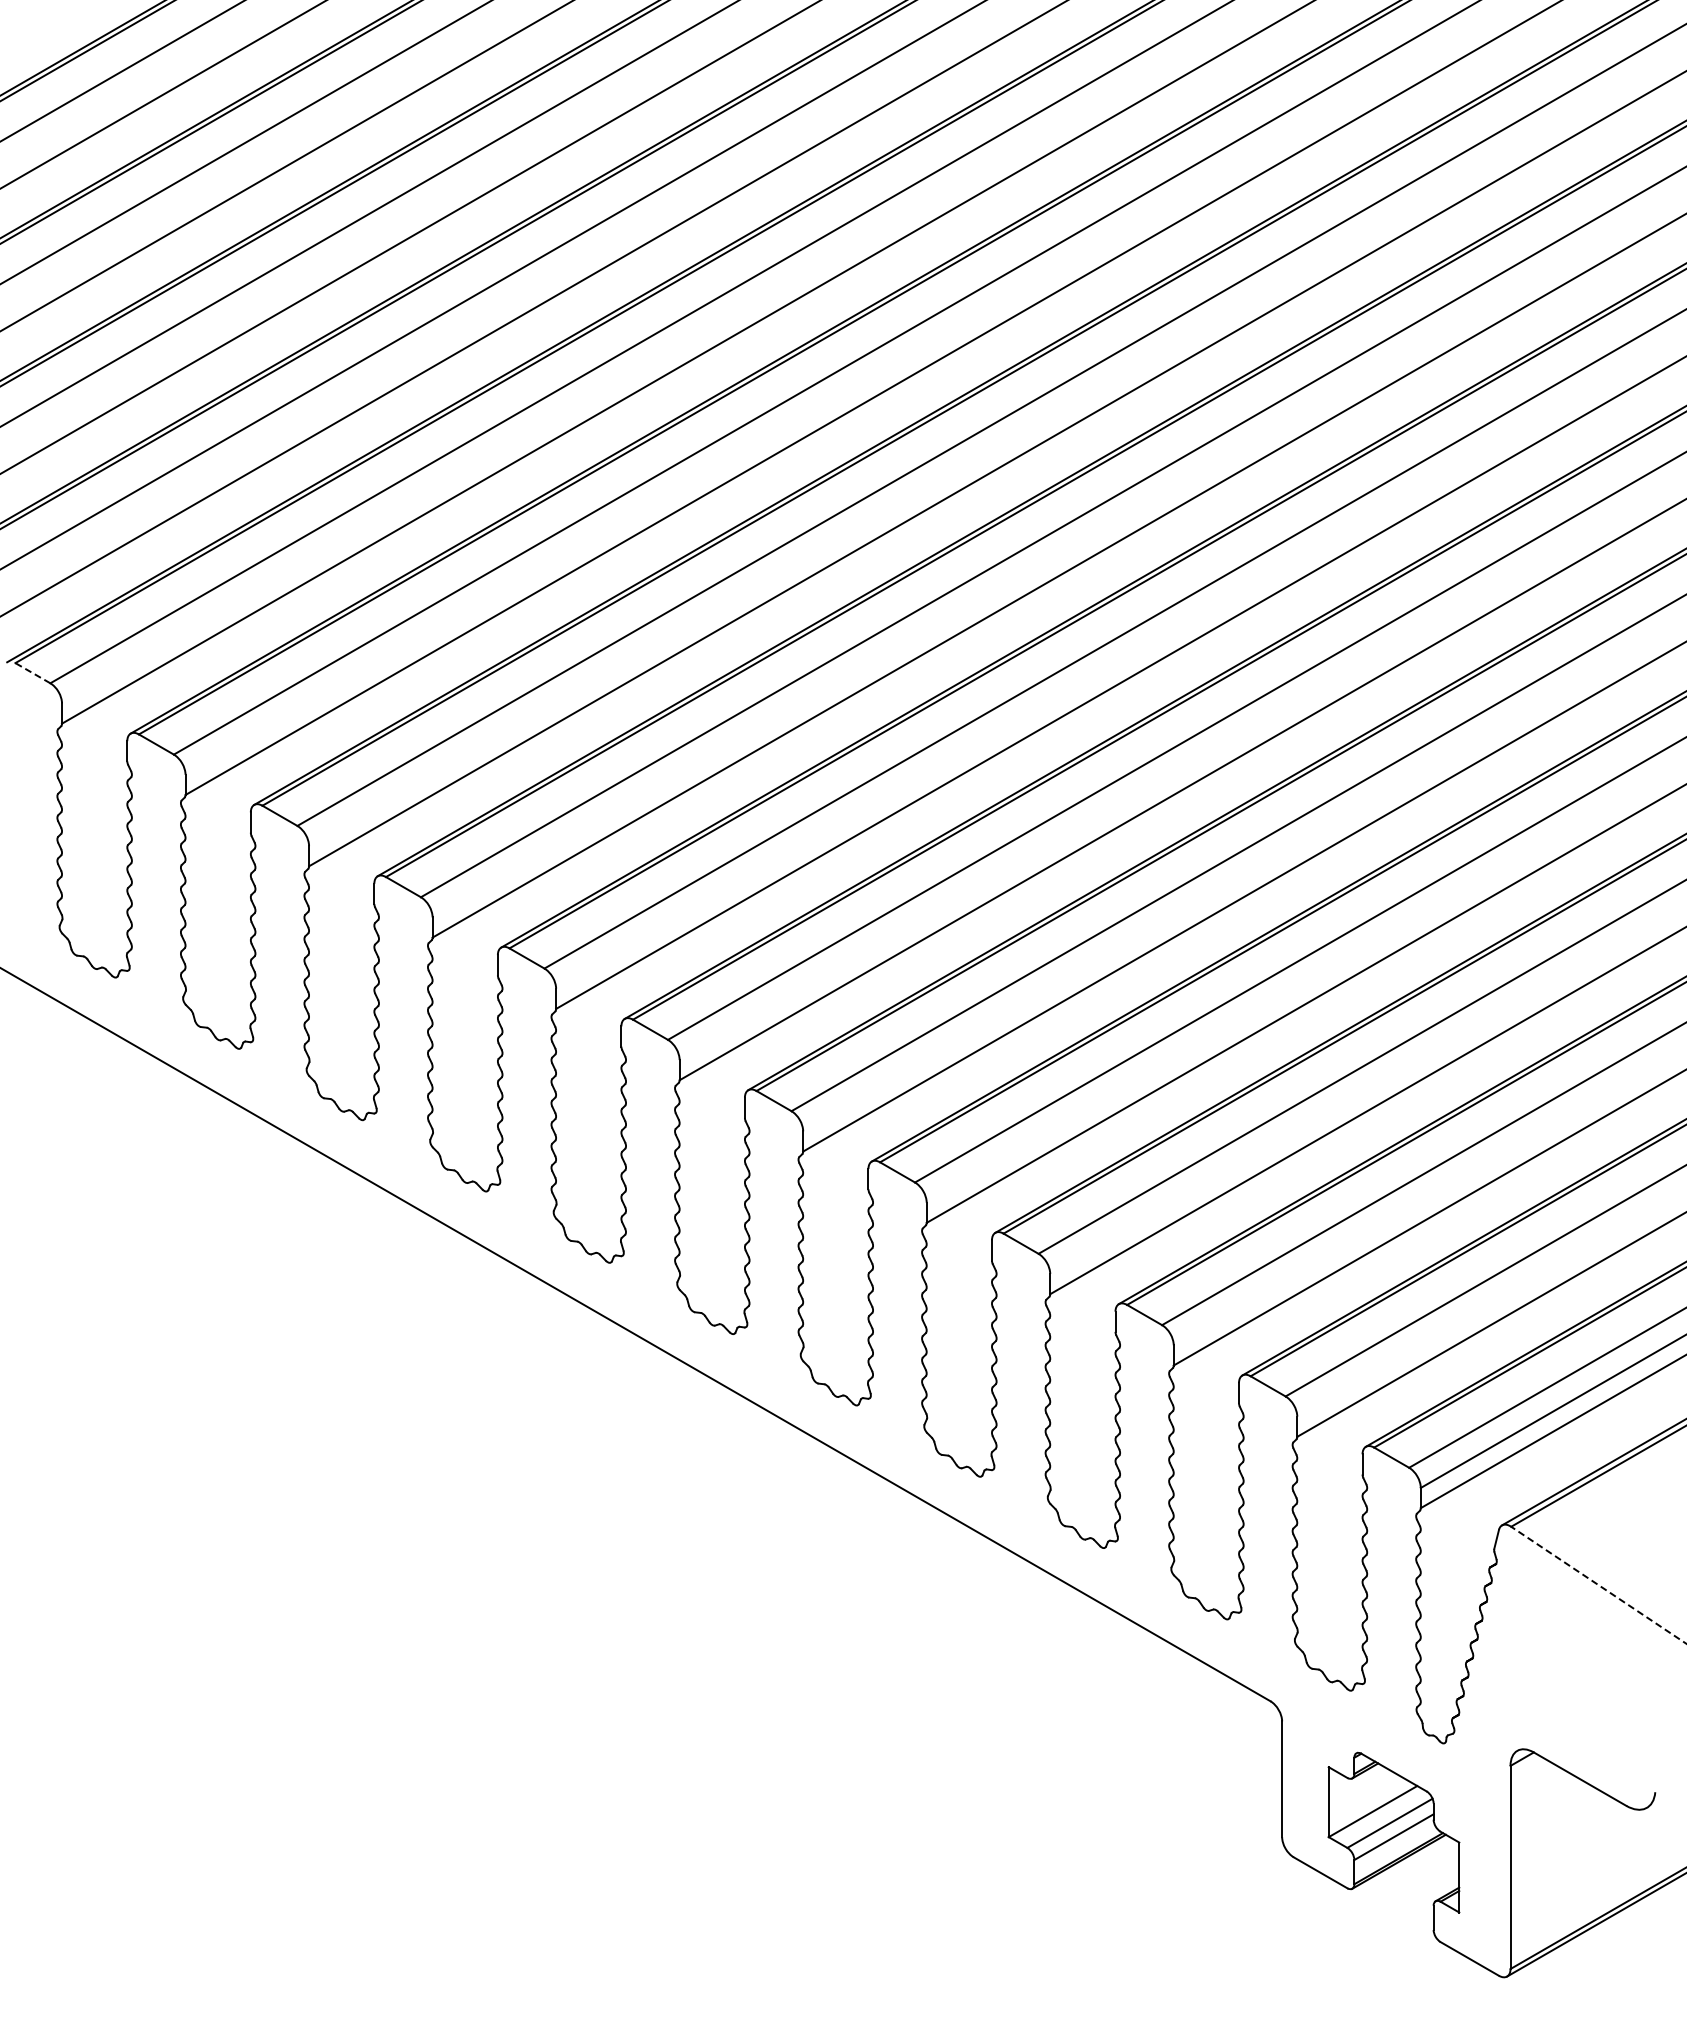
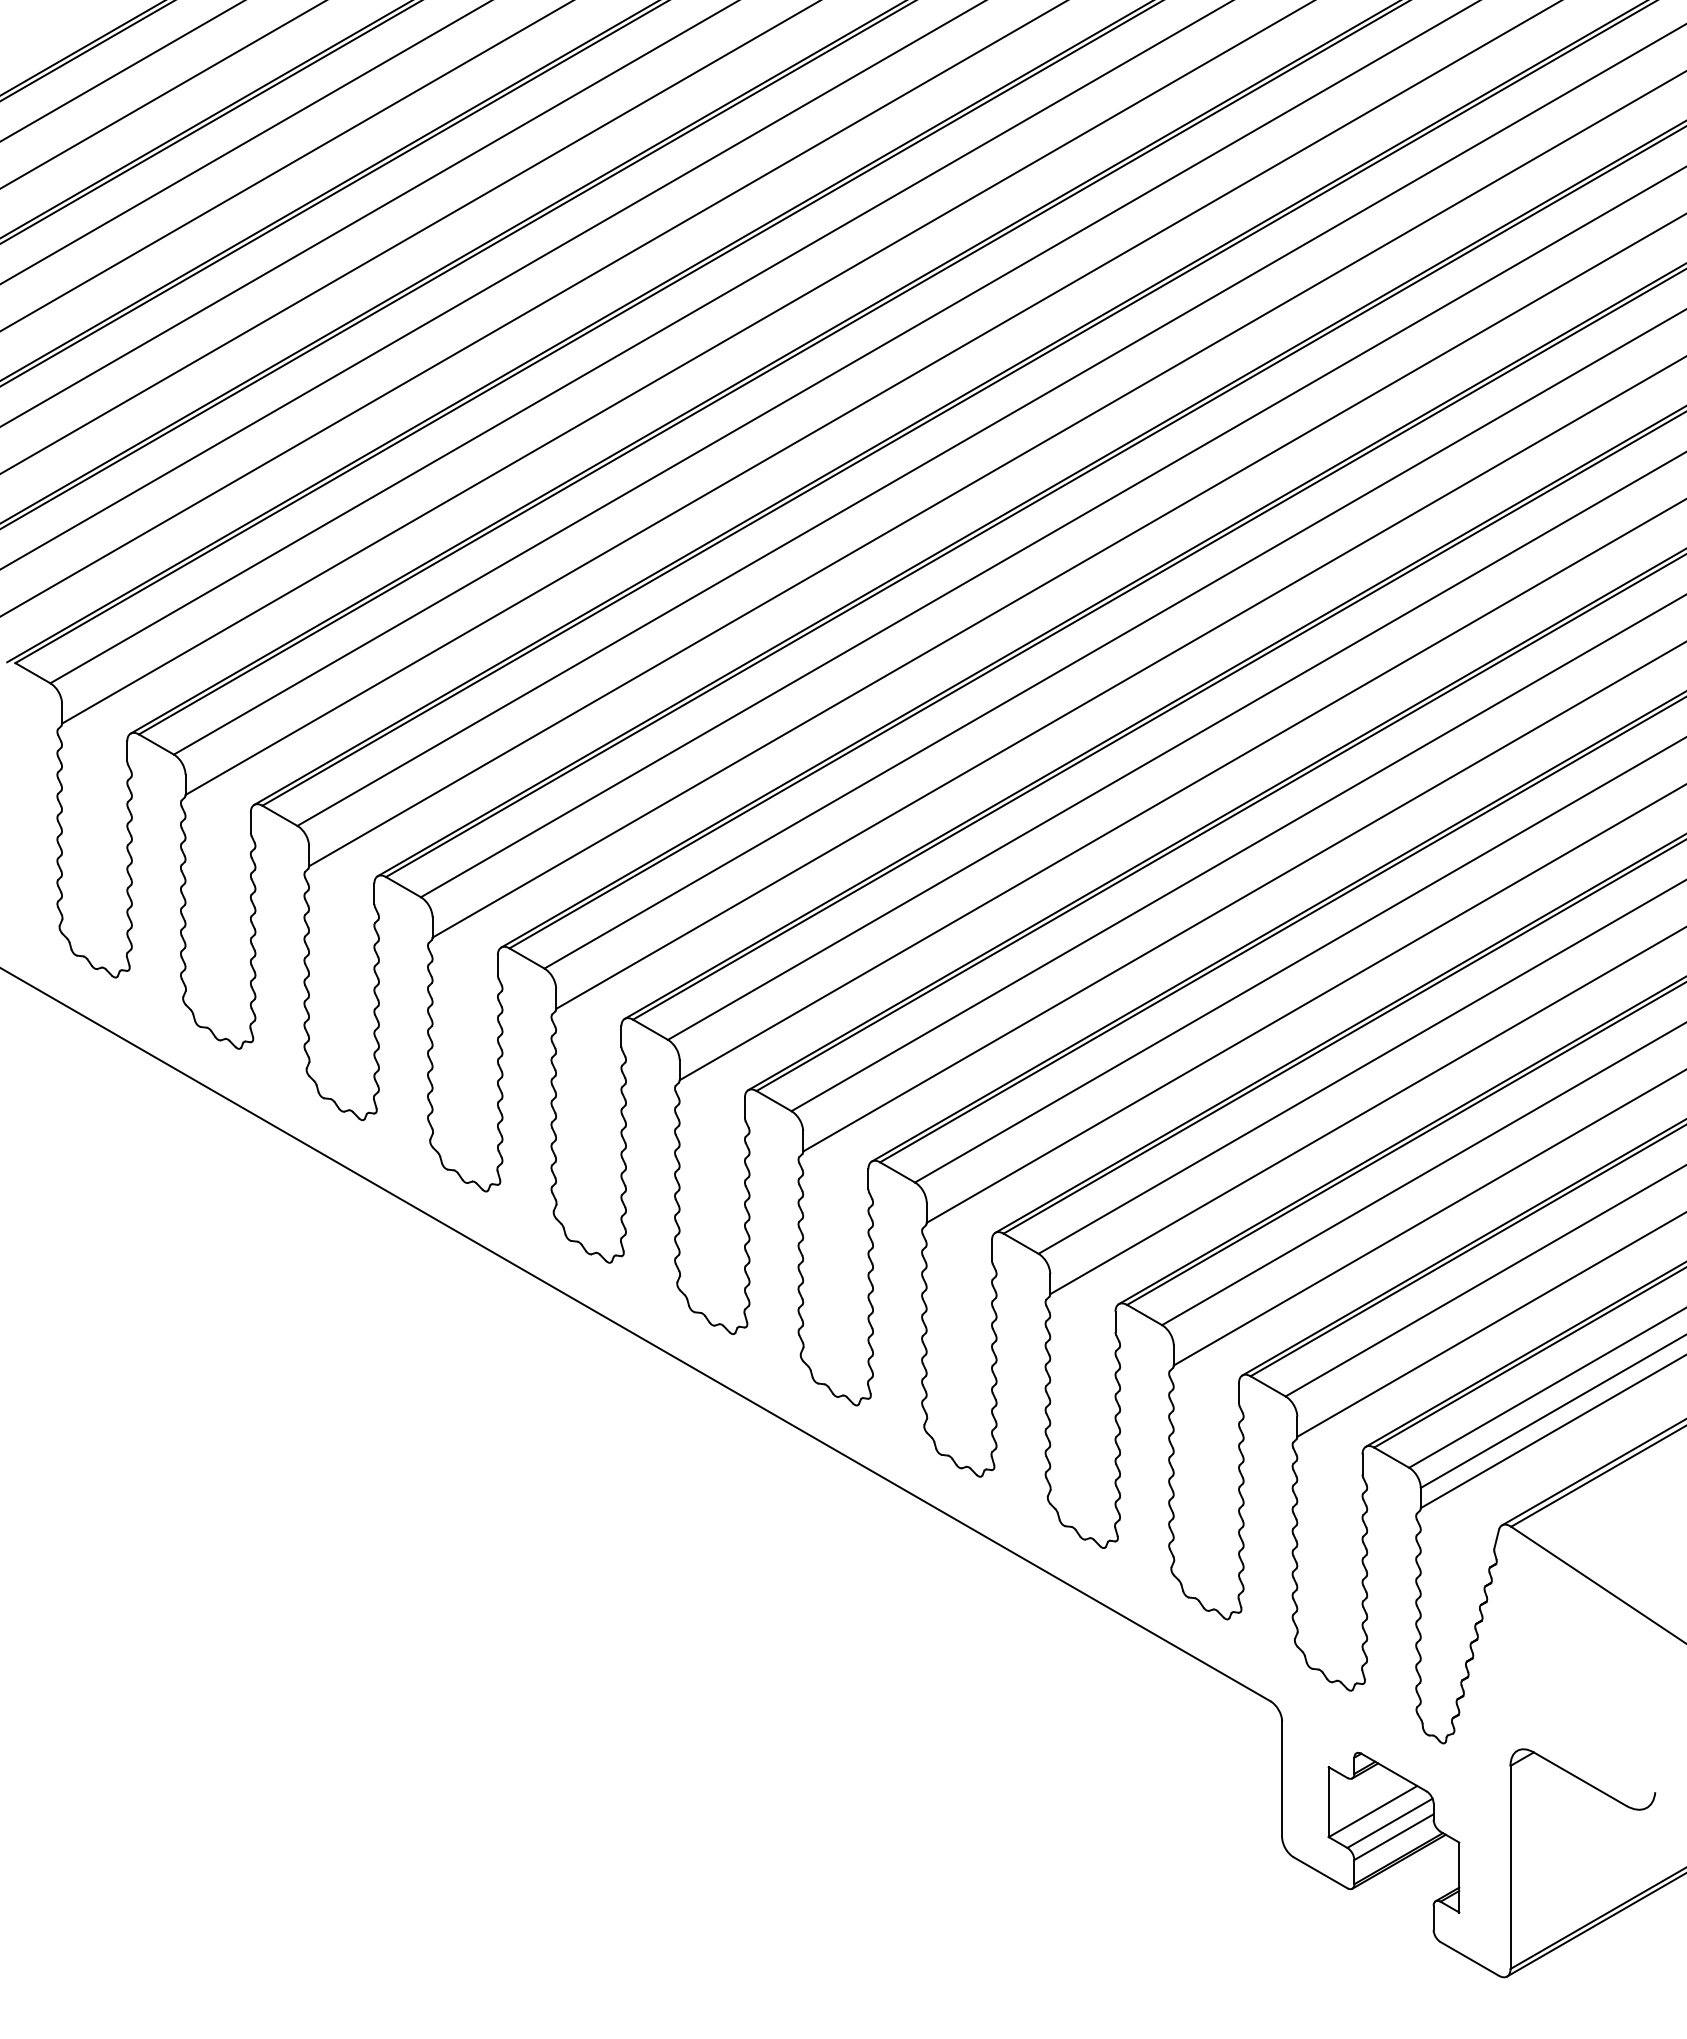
line at (32, 672): dashed -> solid
line at (1598, 1585): dashed -> solid
